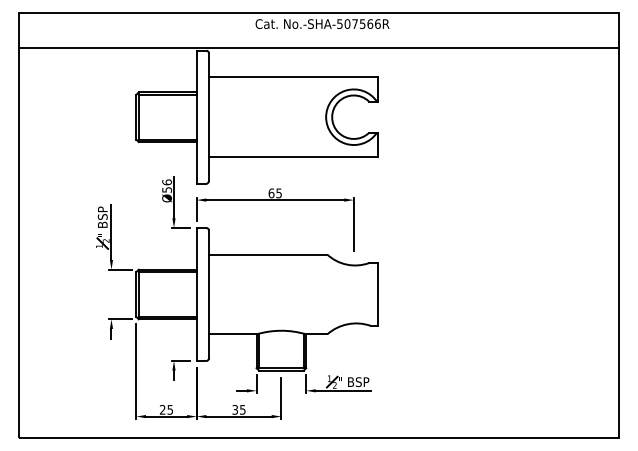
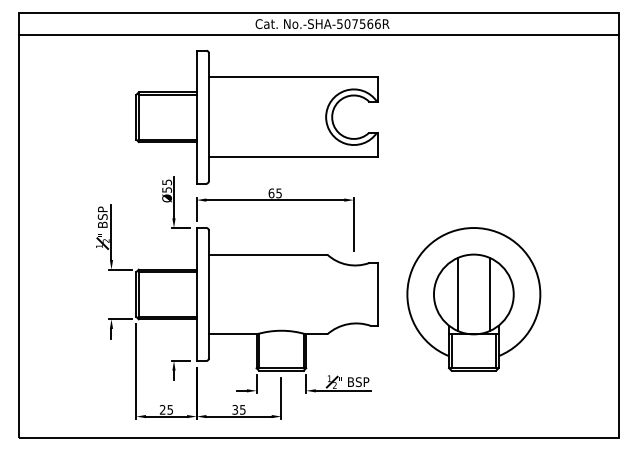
line at (318, 48) position: (318, 48) -> (318, 35)
text at (167, 182): Ø56 -> Ø55
part at (473, 299): none -> present
